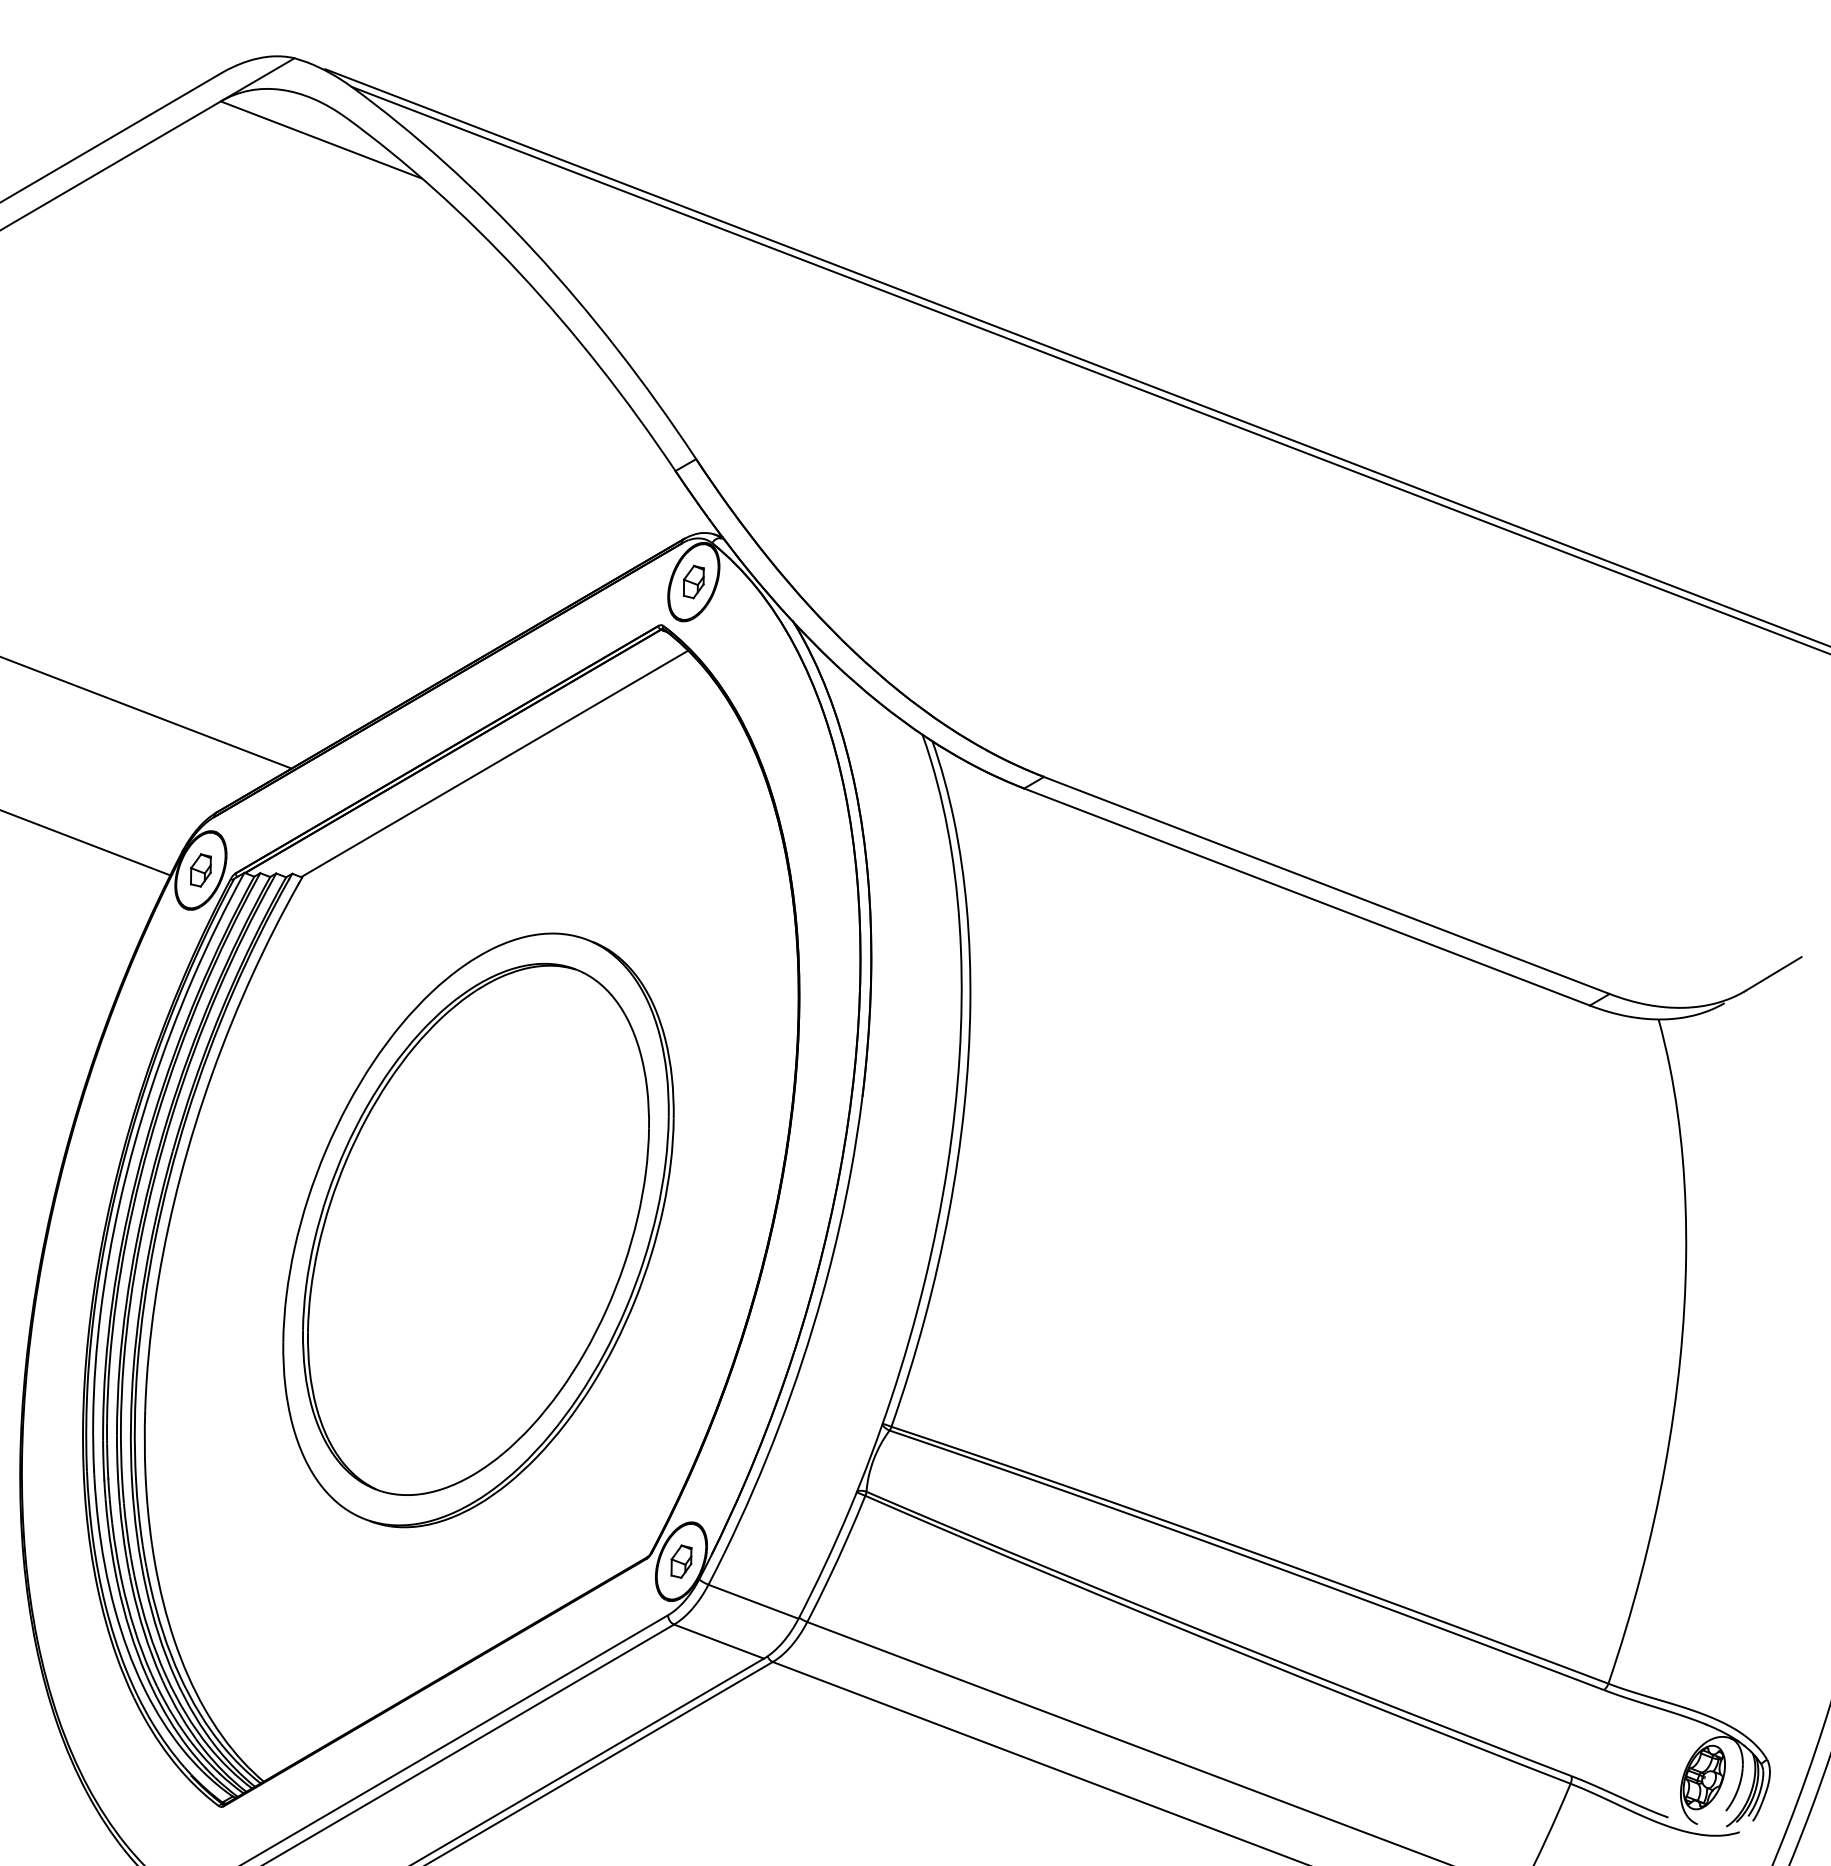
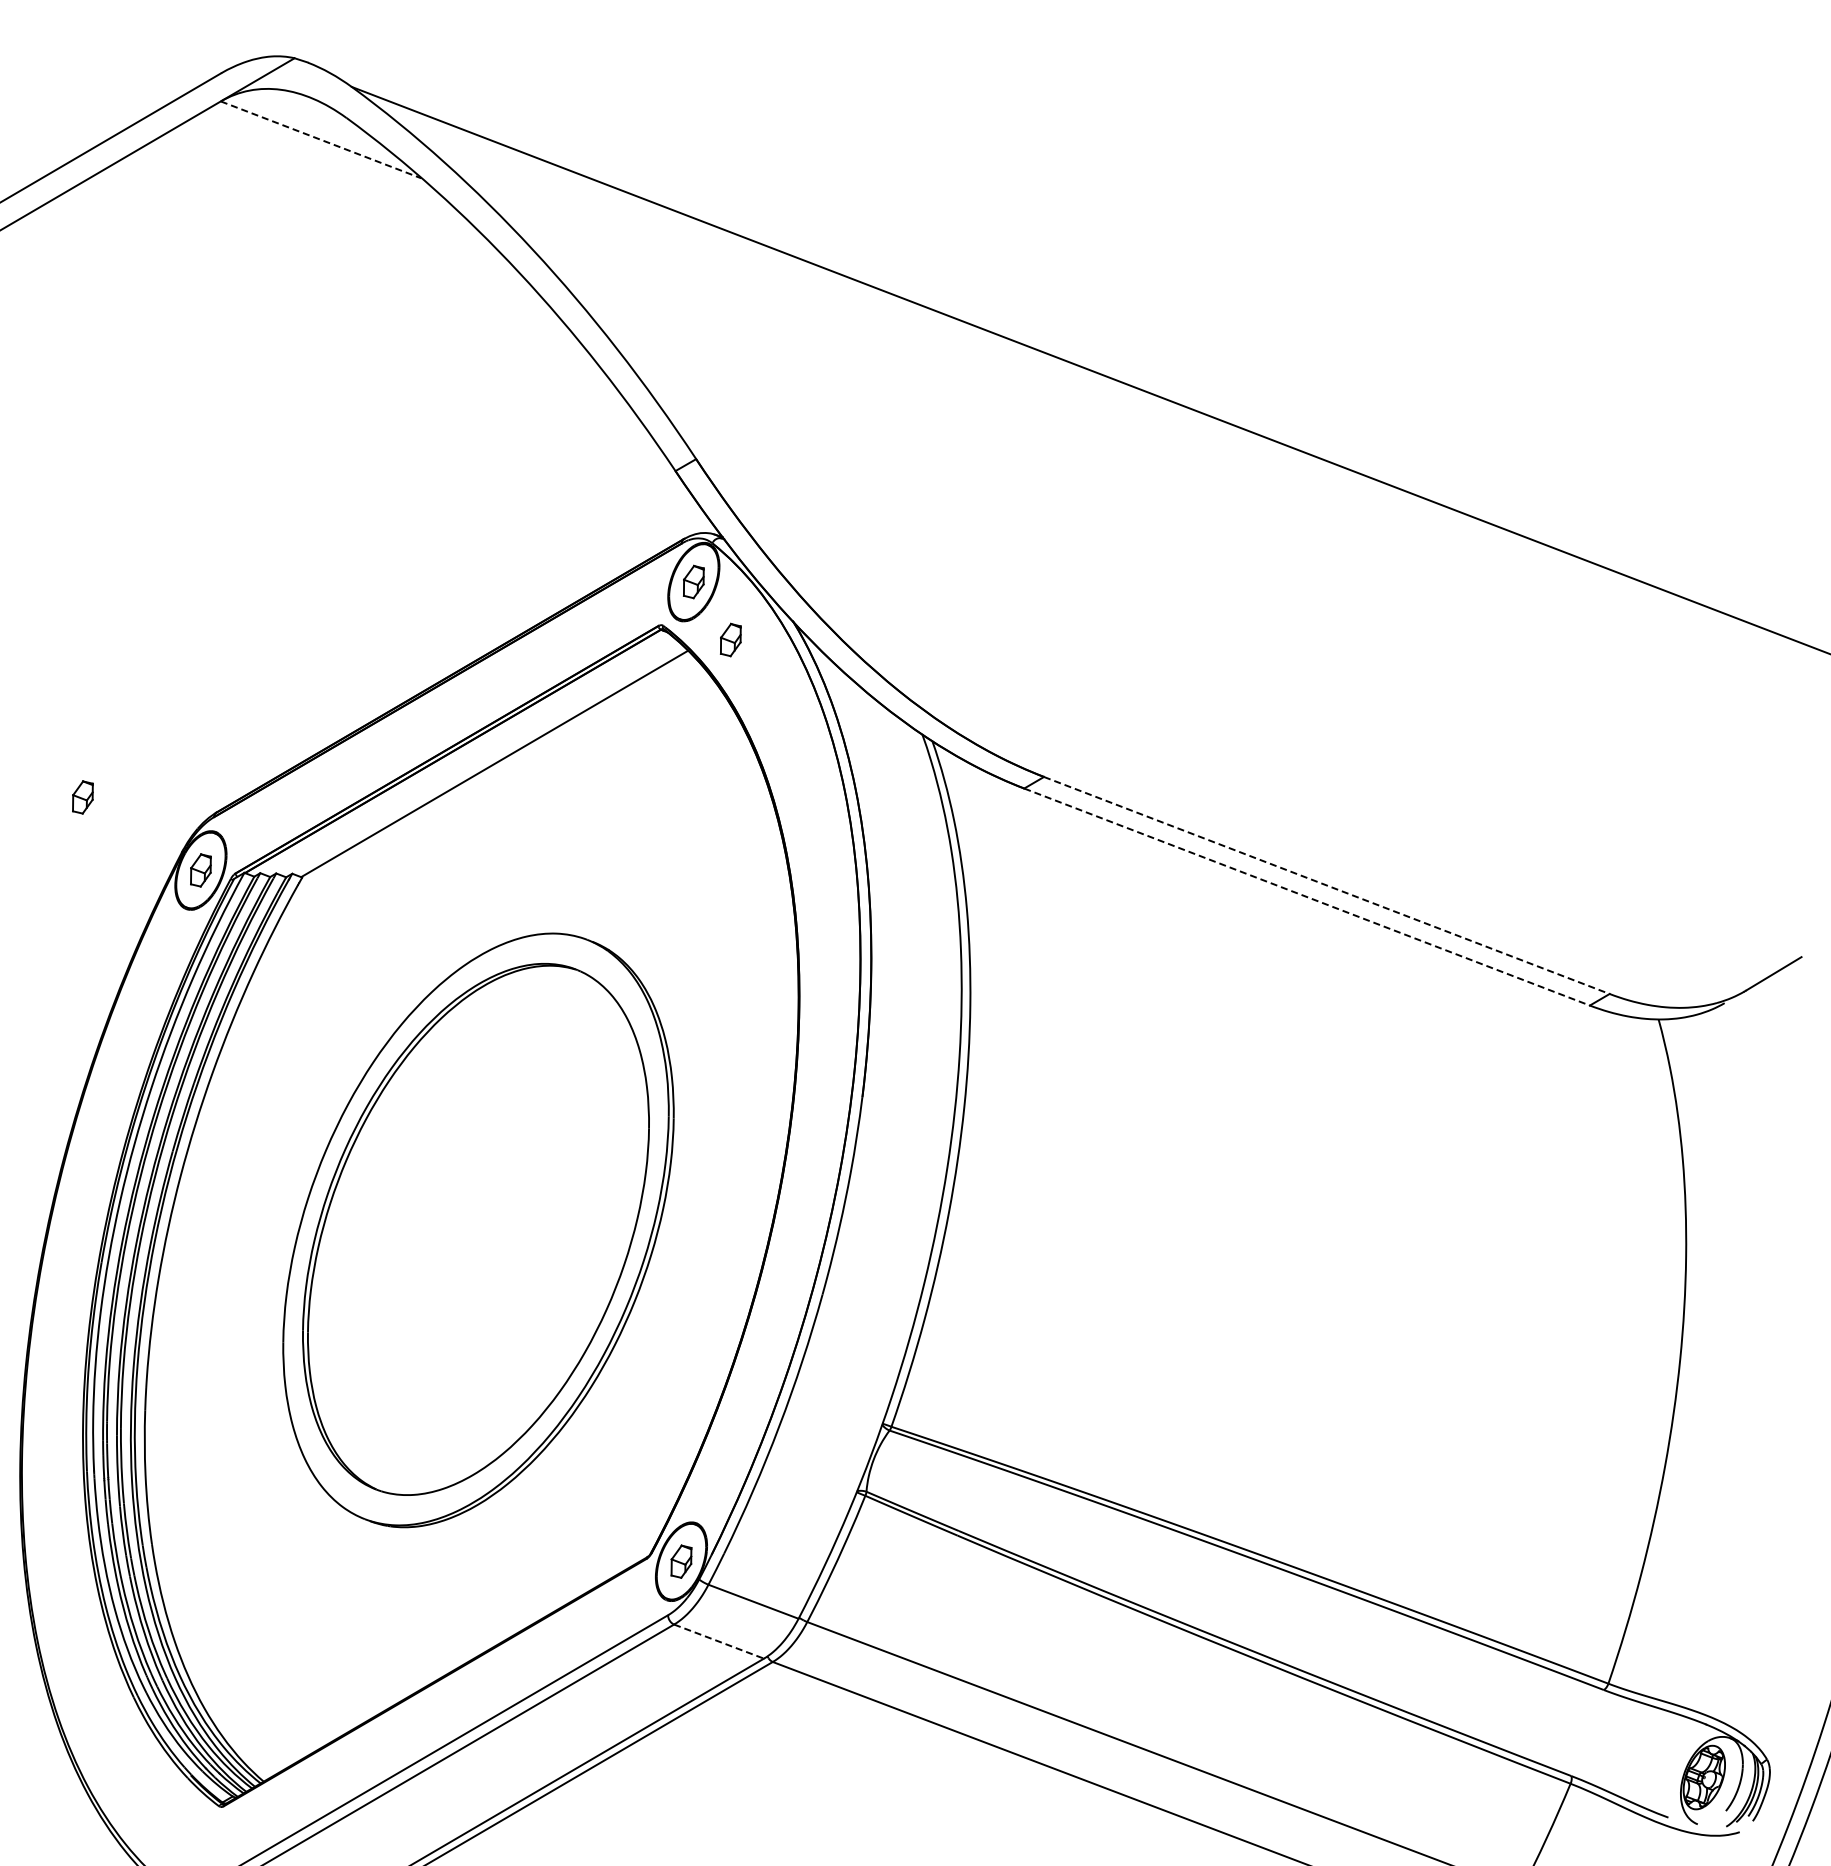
line at (321, 140): solid -> dashed
line at (1076, 357): present -> none
part at (730, 639): none -> present
line at (146, 712): present -> none
part at (82, 797): none -> present
line at (86, 842): present -> none
line at (1326, 885): solid -> dashed
line at (1307, 897): solid -> dashed
line at (719, 1641): solid -> dashed
